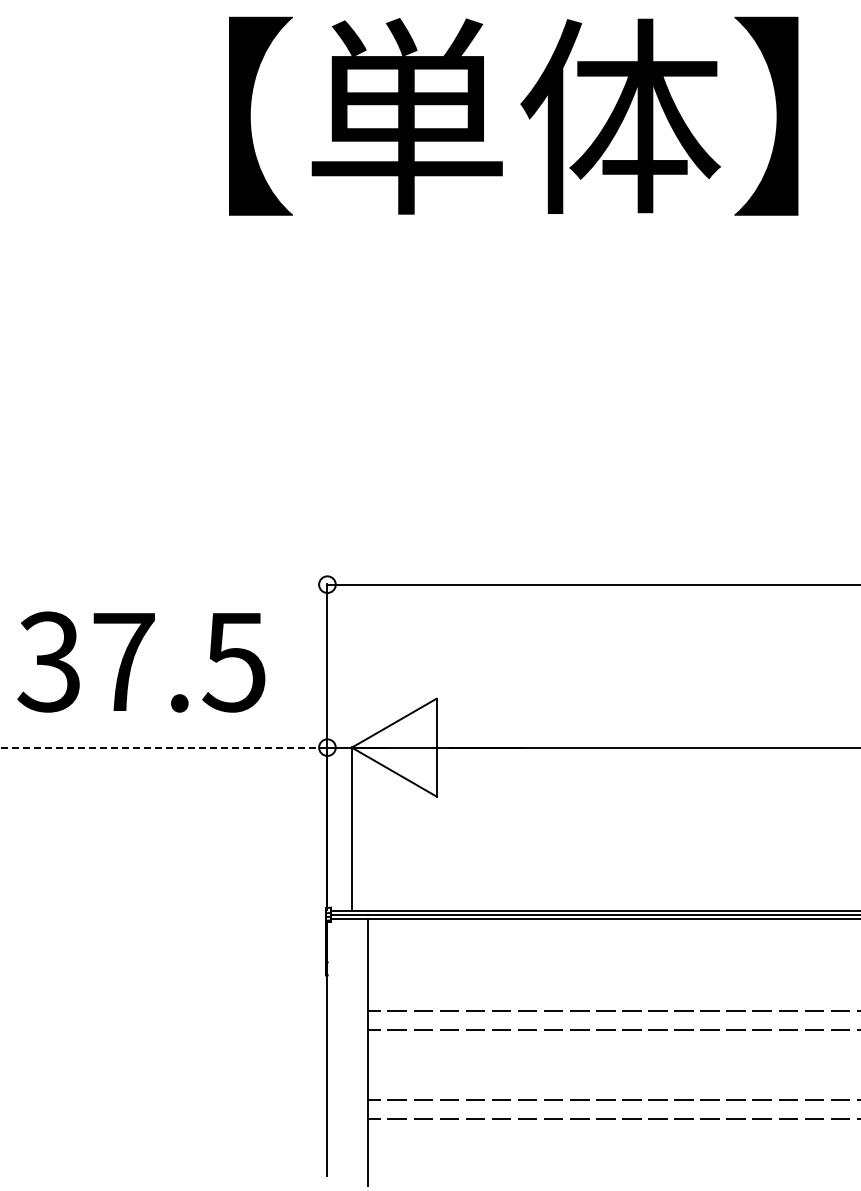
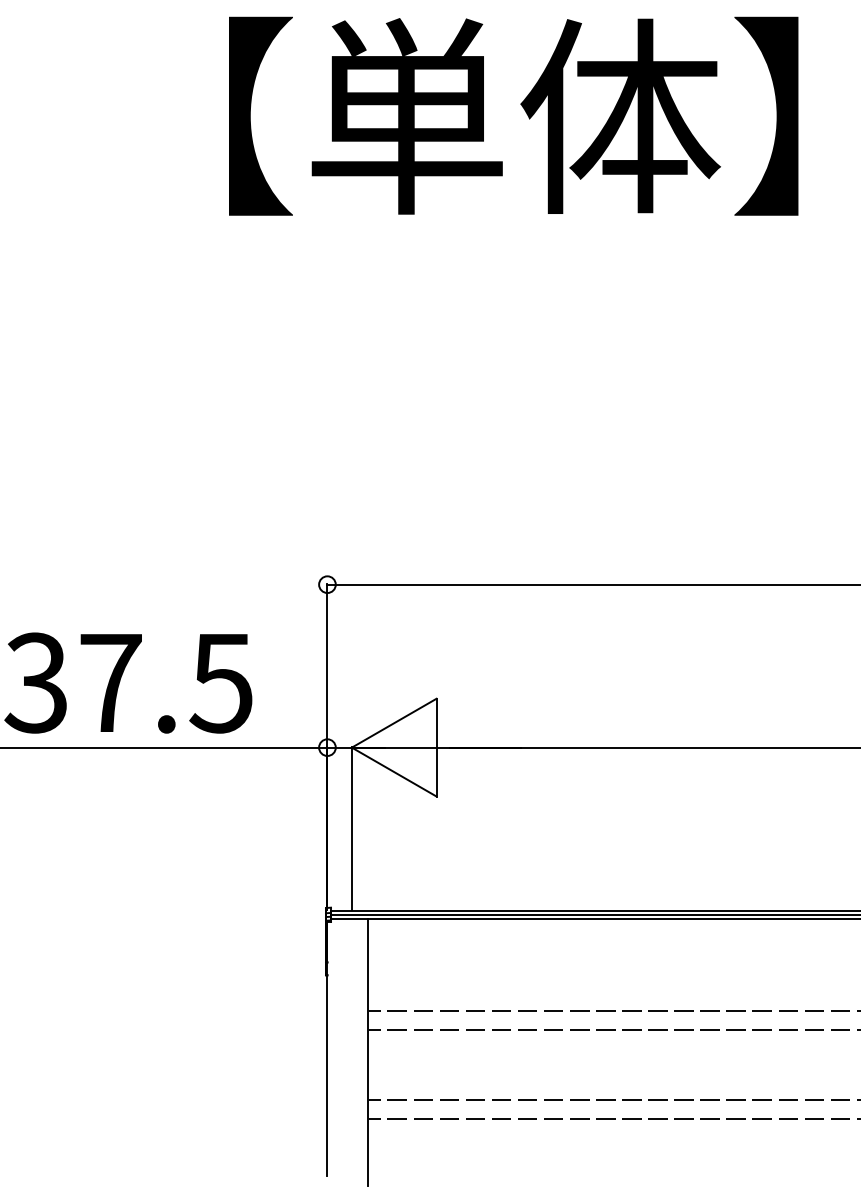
text at (141, 661) position: (141, 661) -> (128, 682)
line at (163, 747): dashed -> solid
